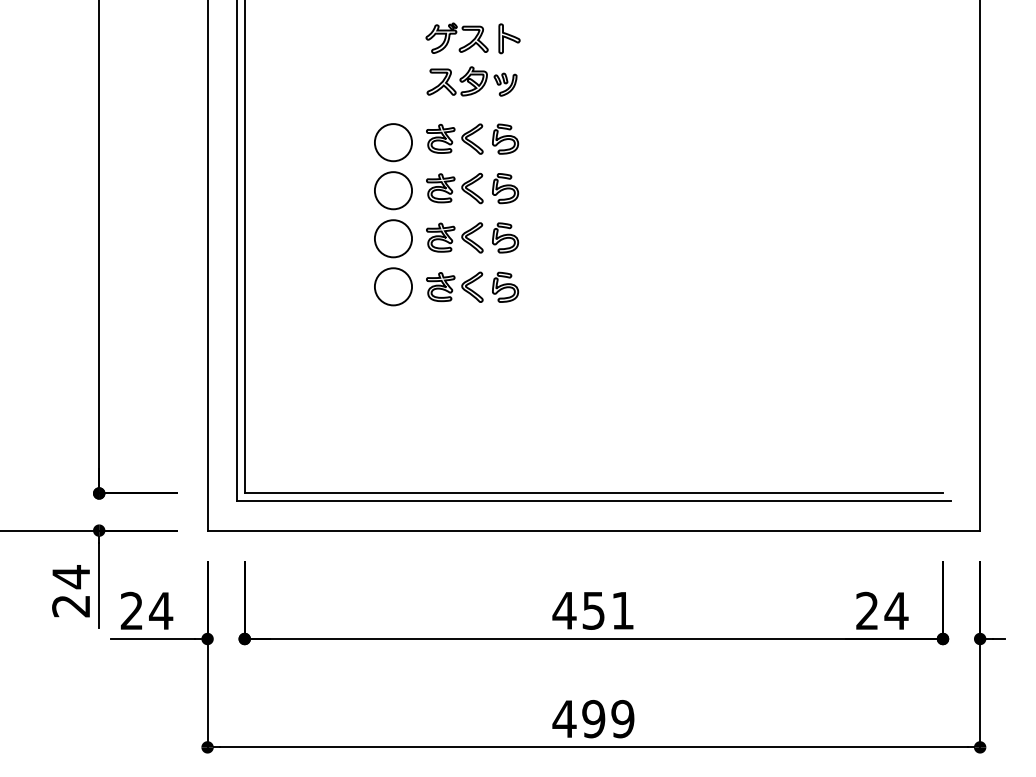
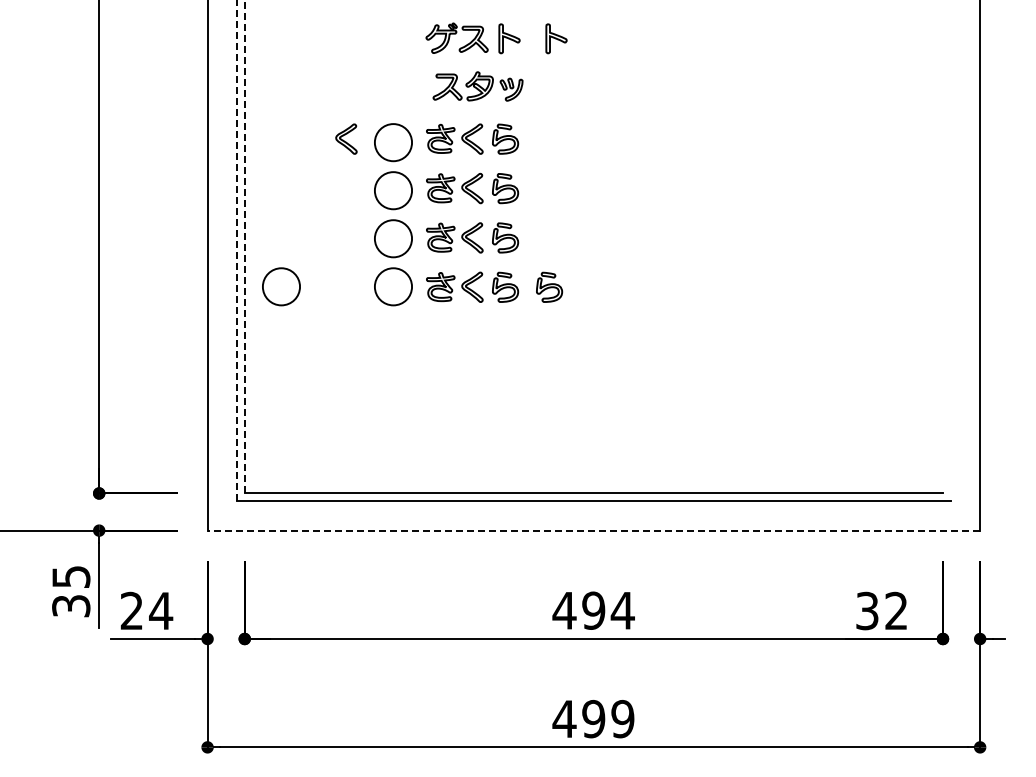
part at (556, 38): none -> present
part at (471, 81) position: (471, 81) -> (477, 86)
part at (346, 138): none -> present
line at (244, 246): solid -> dashed
line at (237, 250): solid -> dashed
part at (281, 286): none -> present
part at (549, 286): none -> present
line at (593, 530): solid -> dashed
text at (71, 591): 24 -> 35
text at (608, 610): 451 -> 494
text at (882, 610): 24 -> 32
